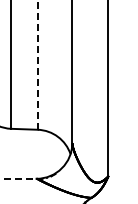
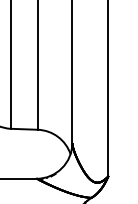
line at (37, 64): dashed -> solid
line at (18, 178): dashed -> solid
